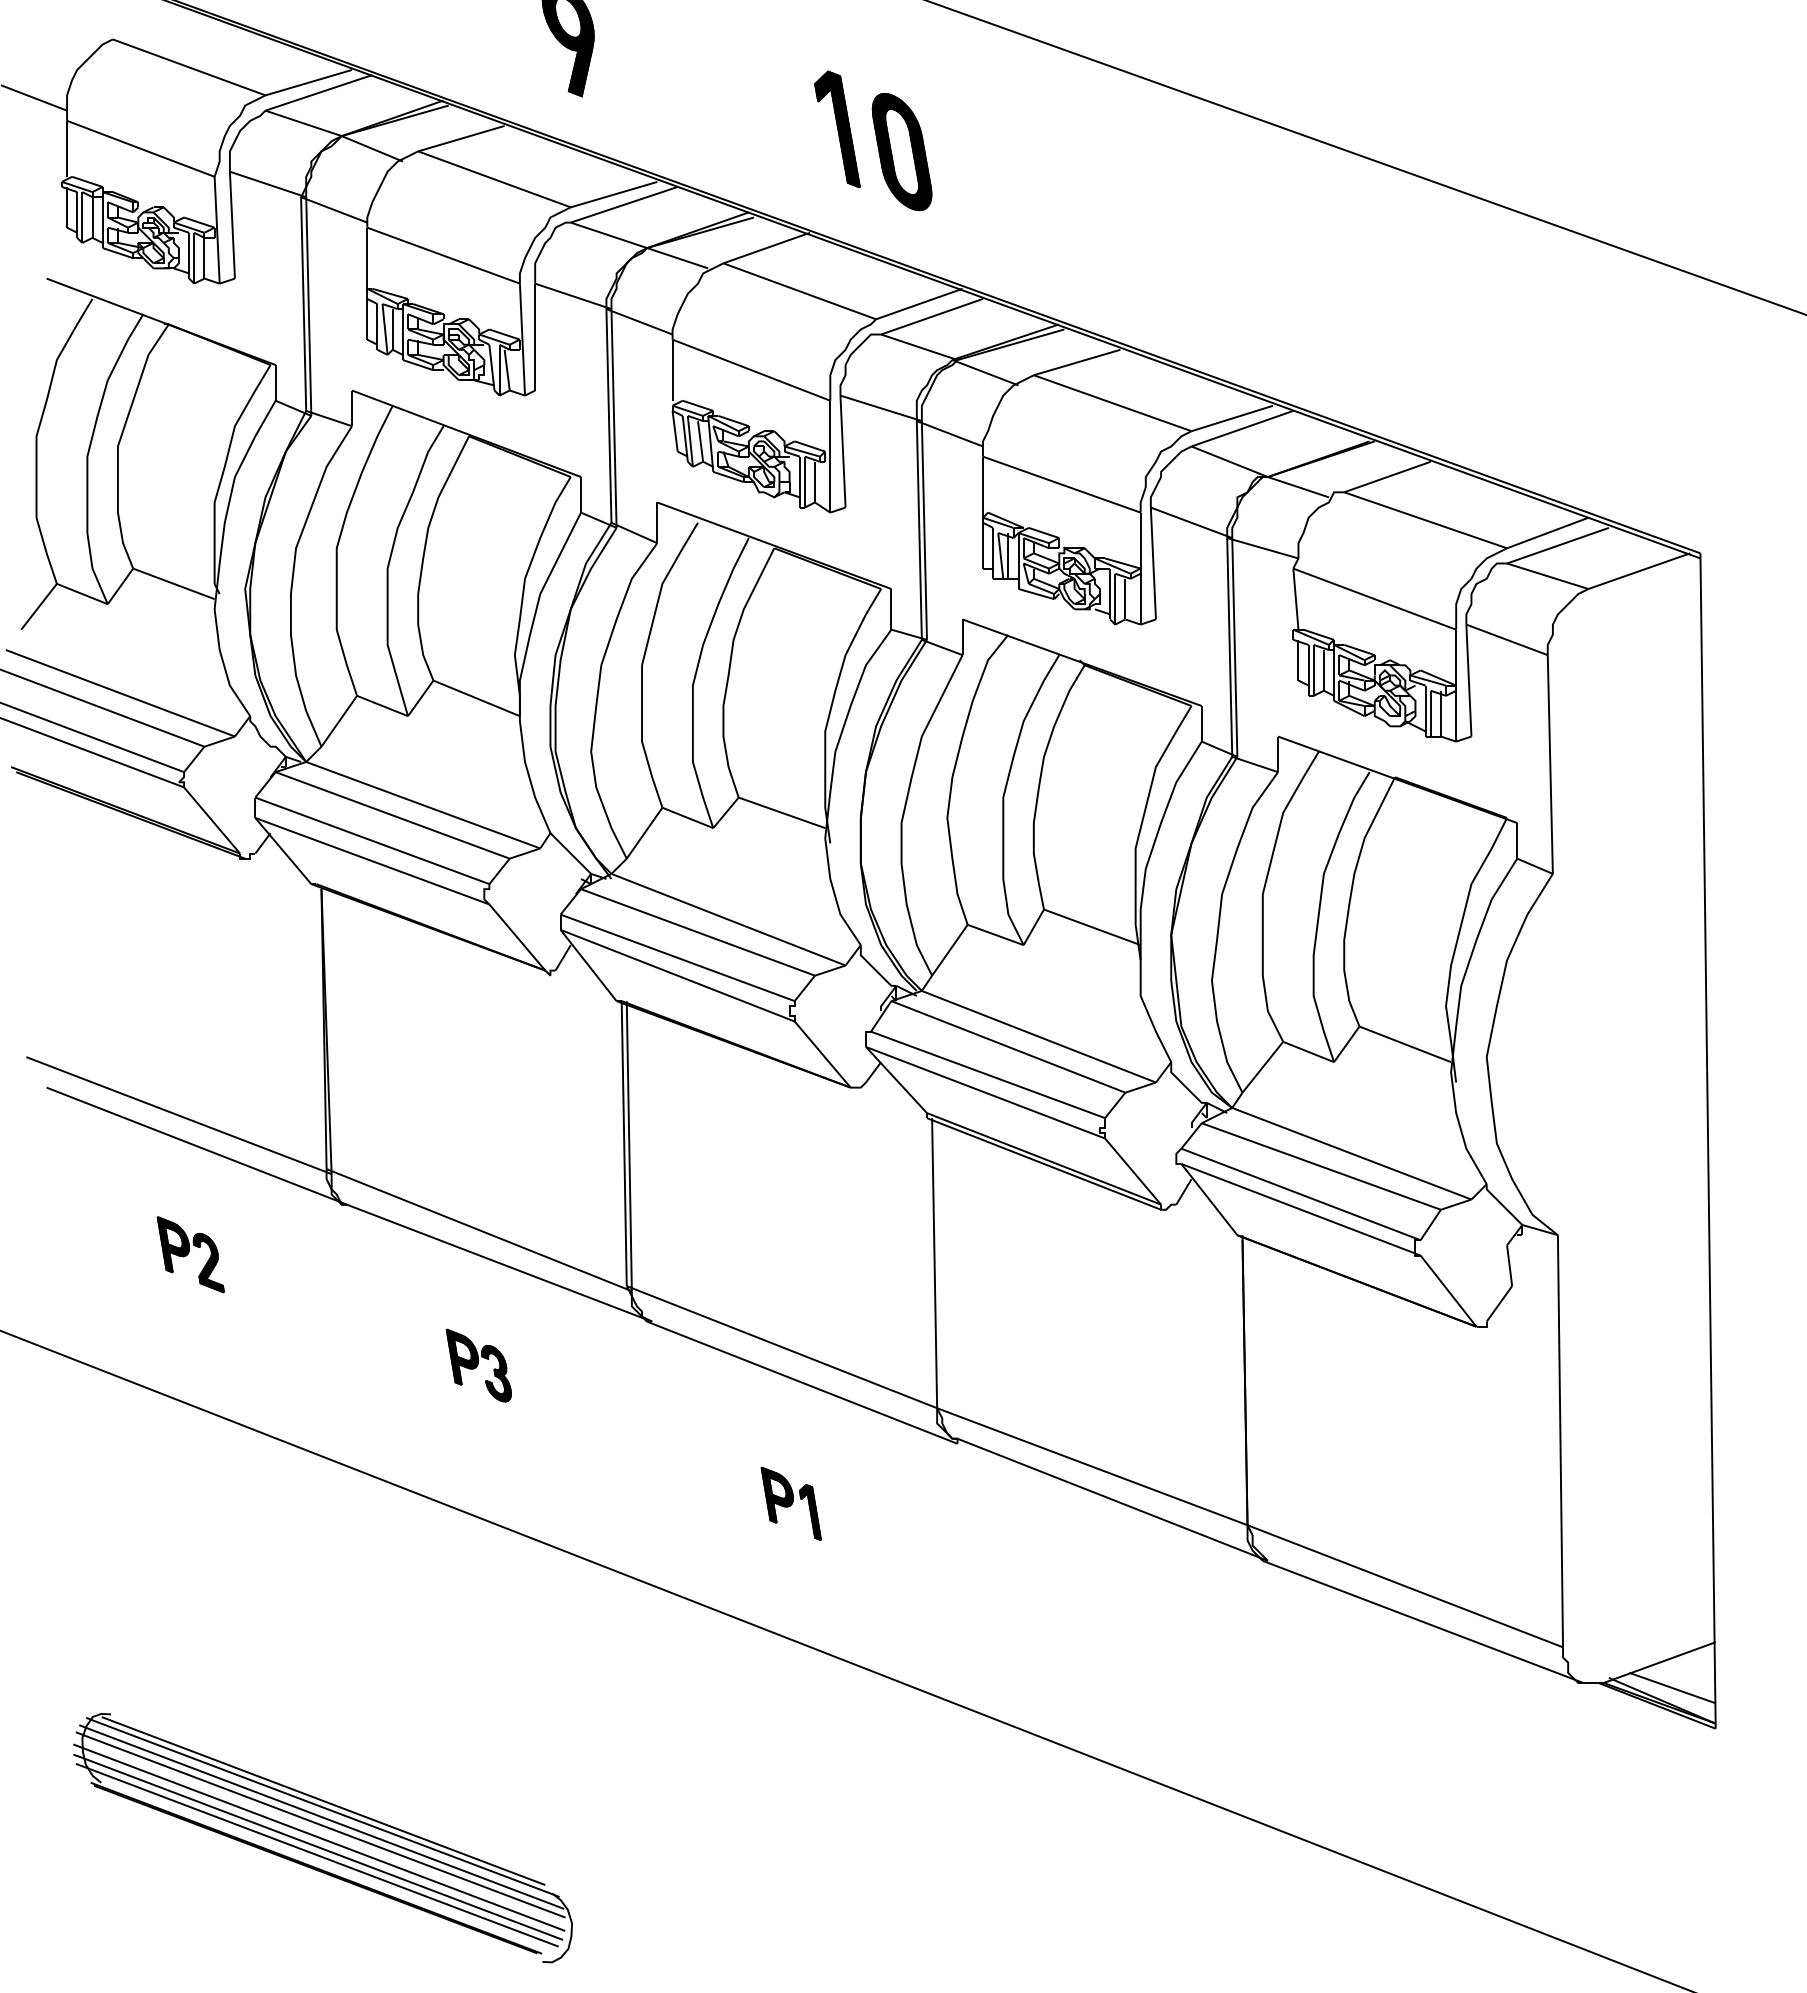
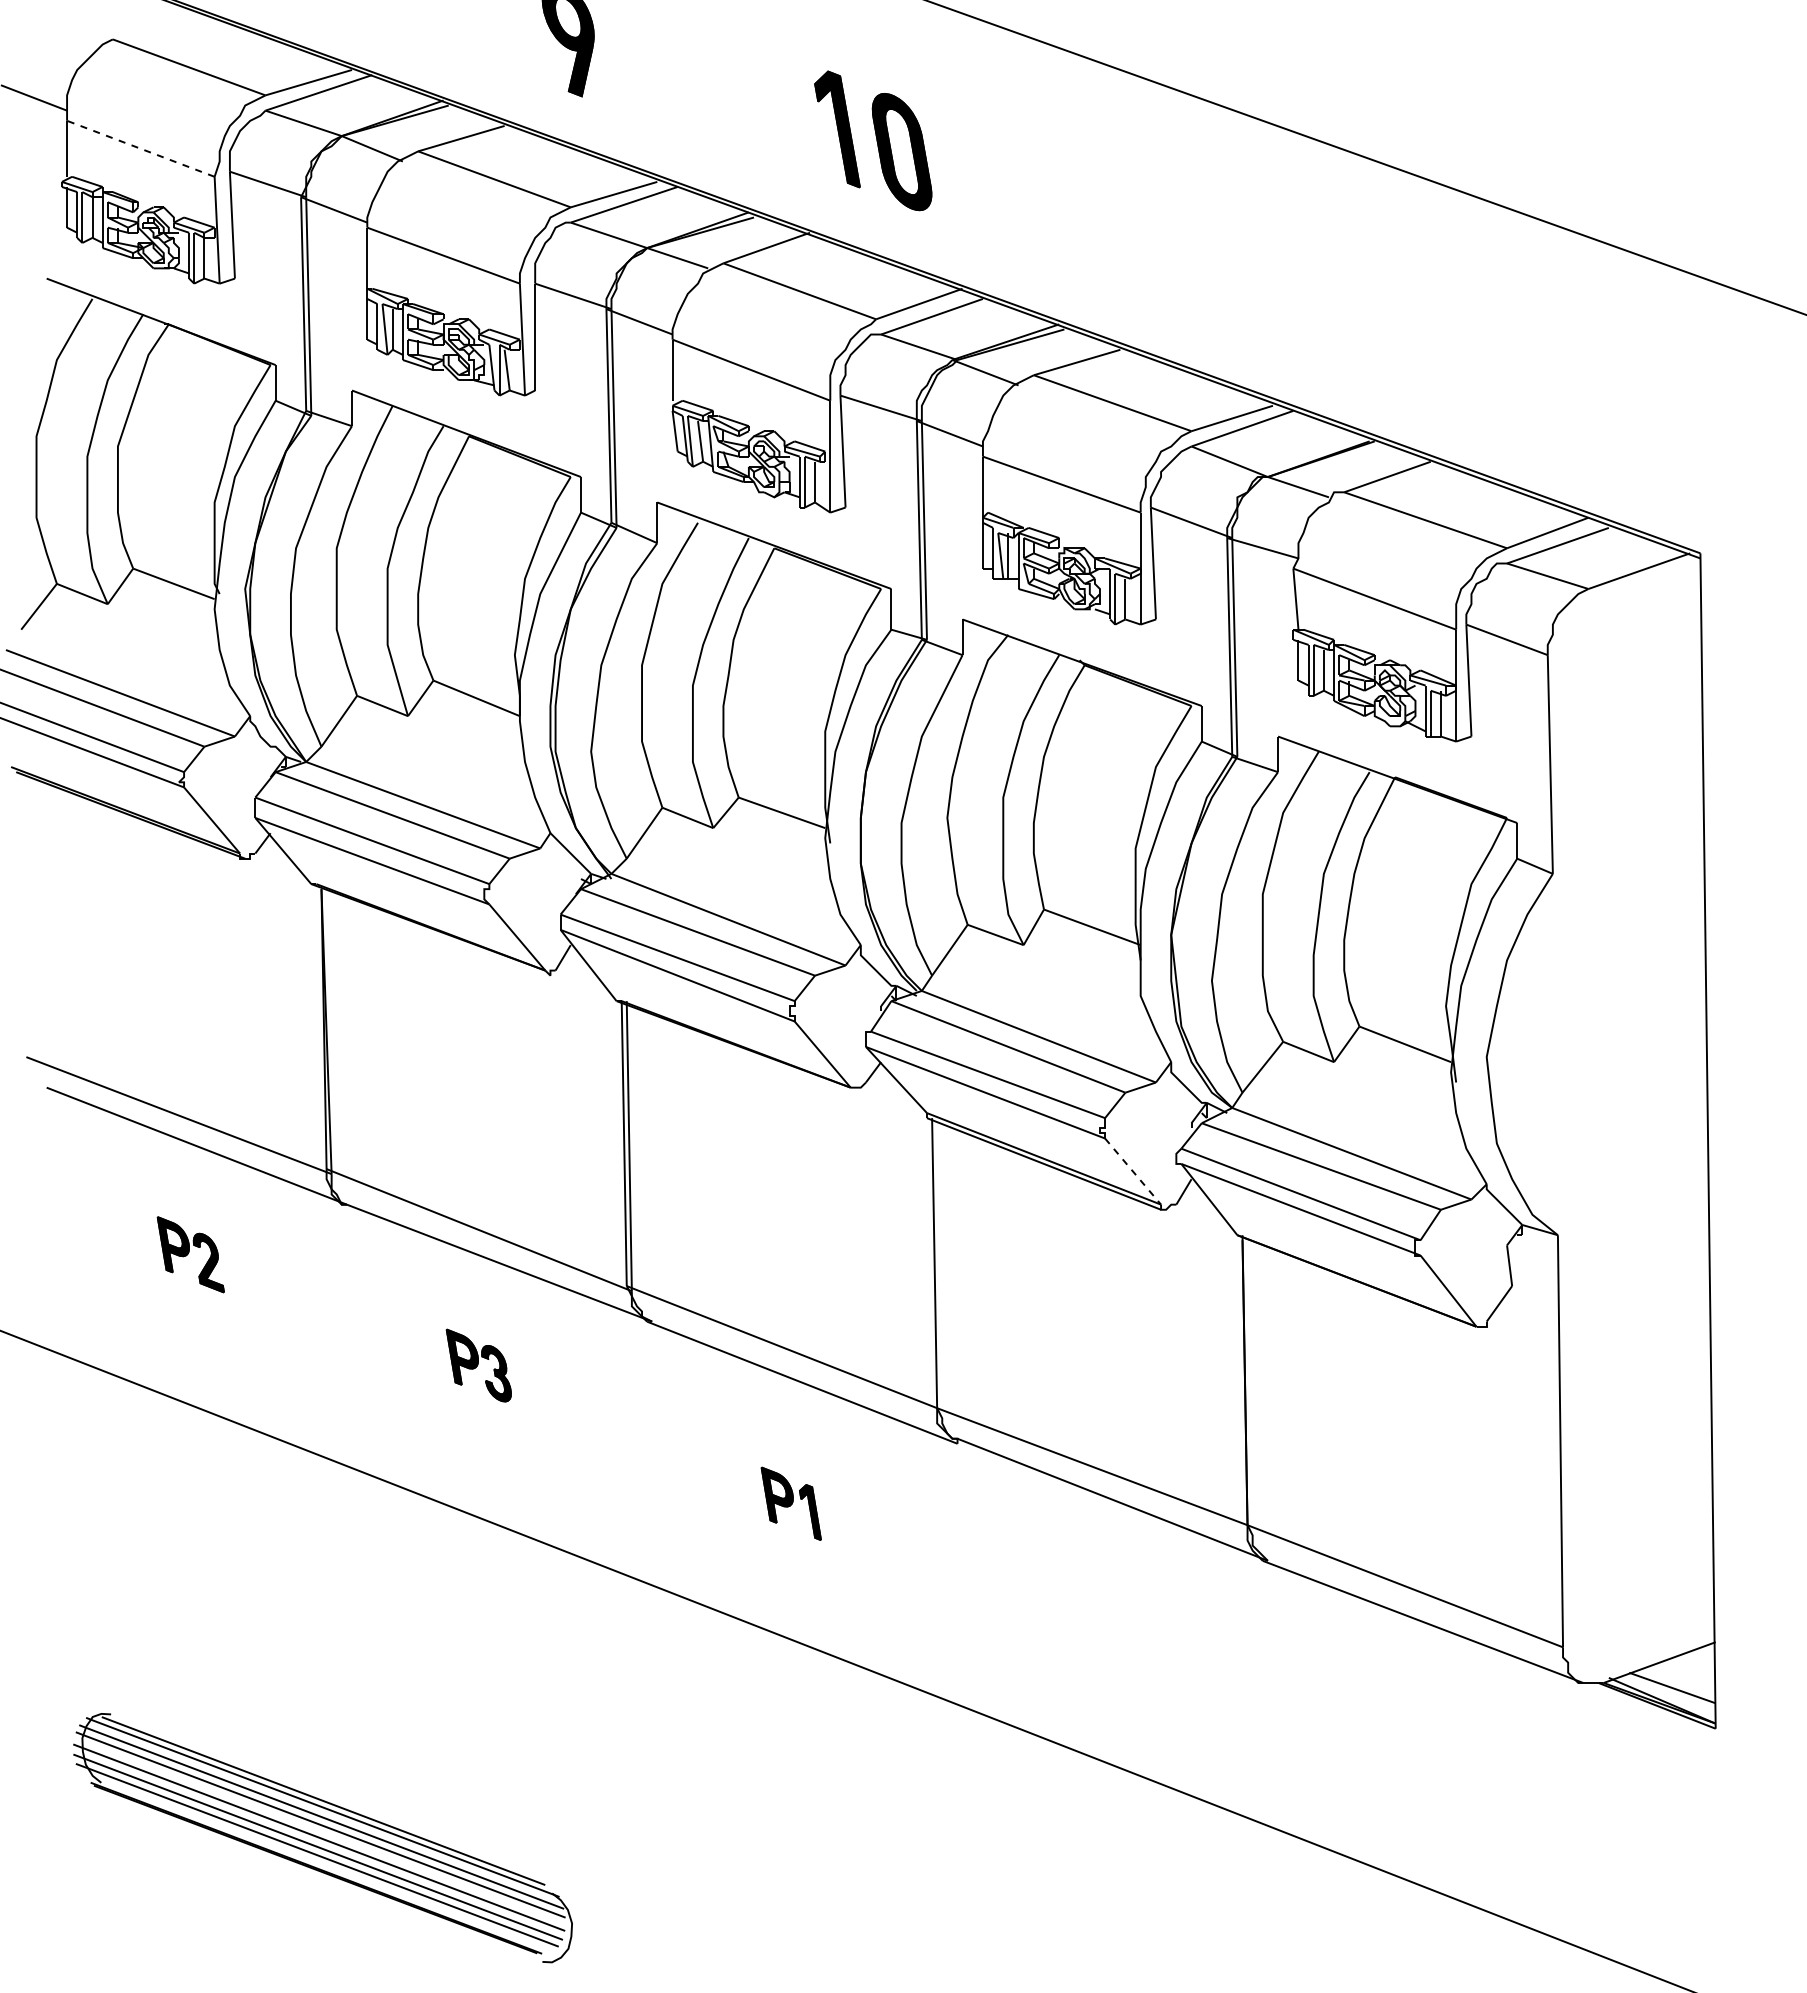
line at (140, 148): solid -> dashed
line at (1133, 1171): solid -> dashed
